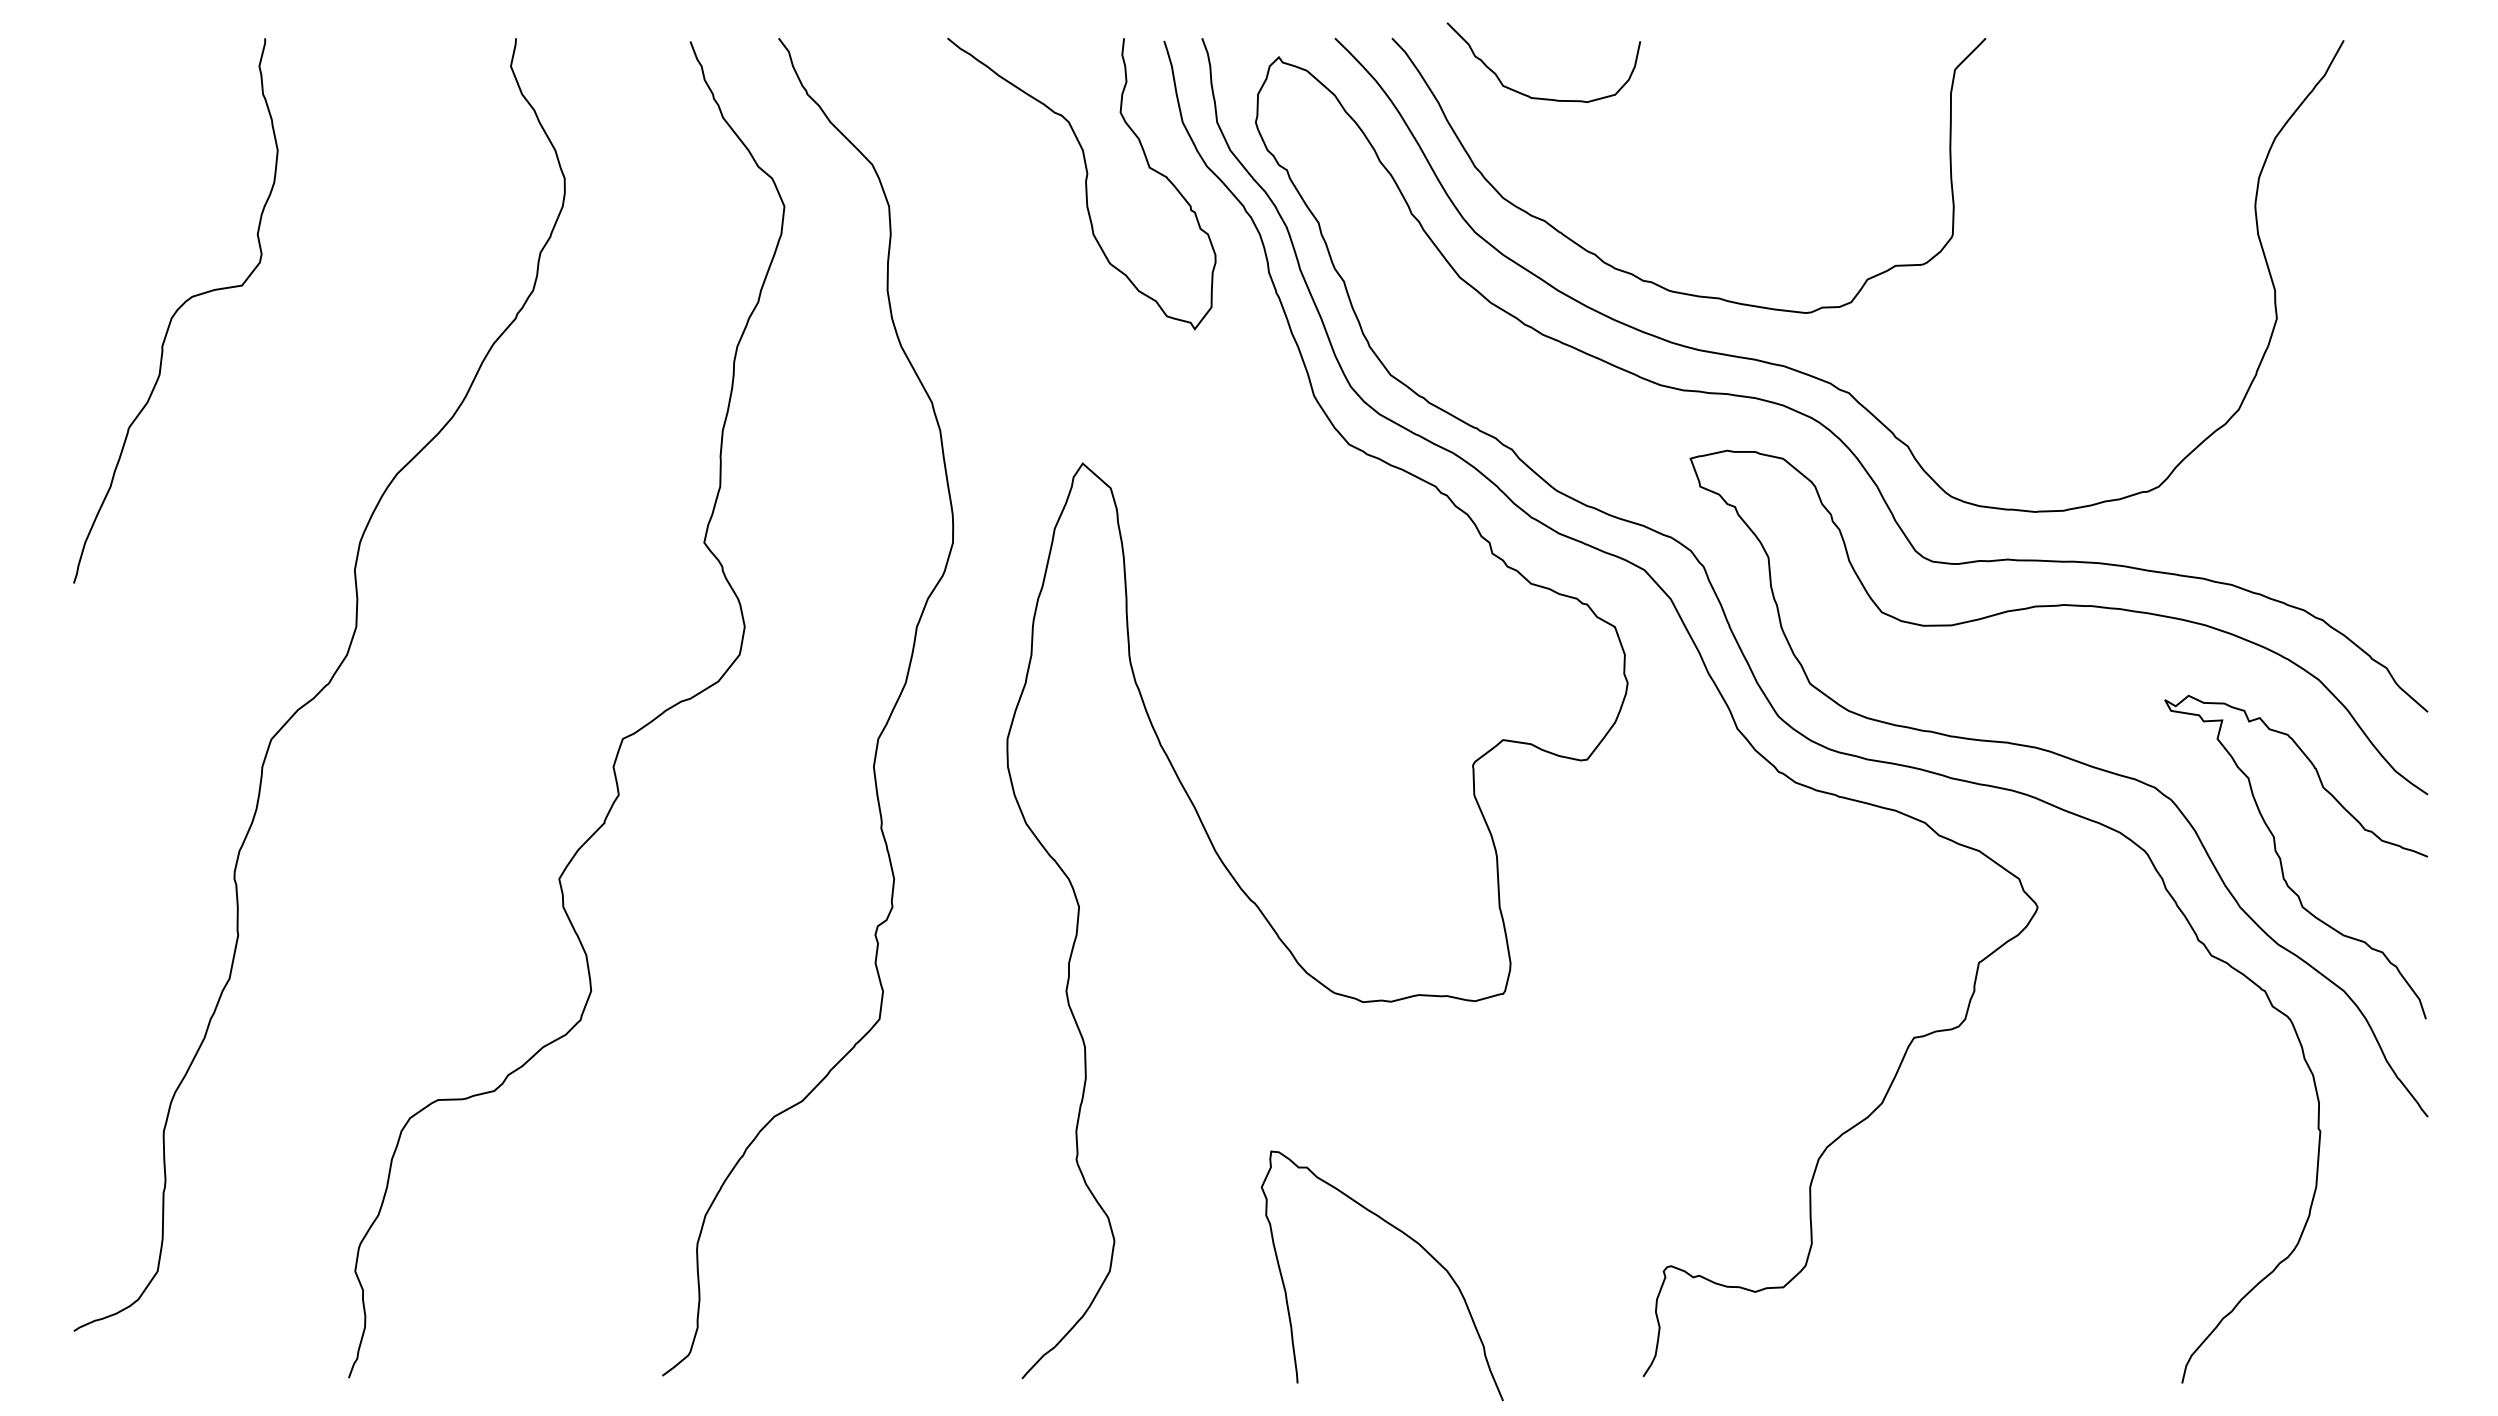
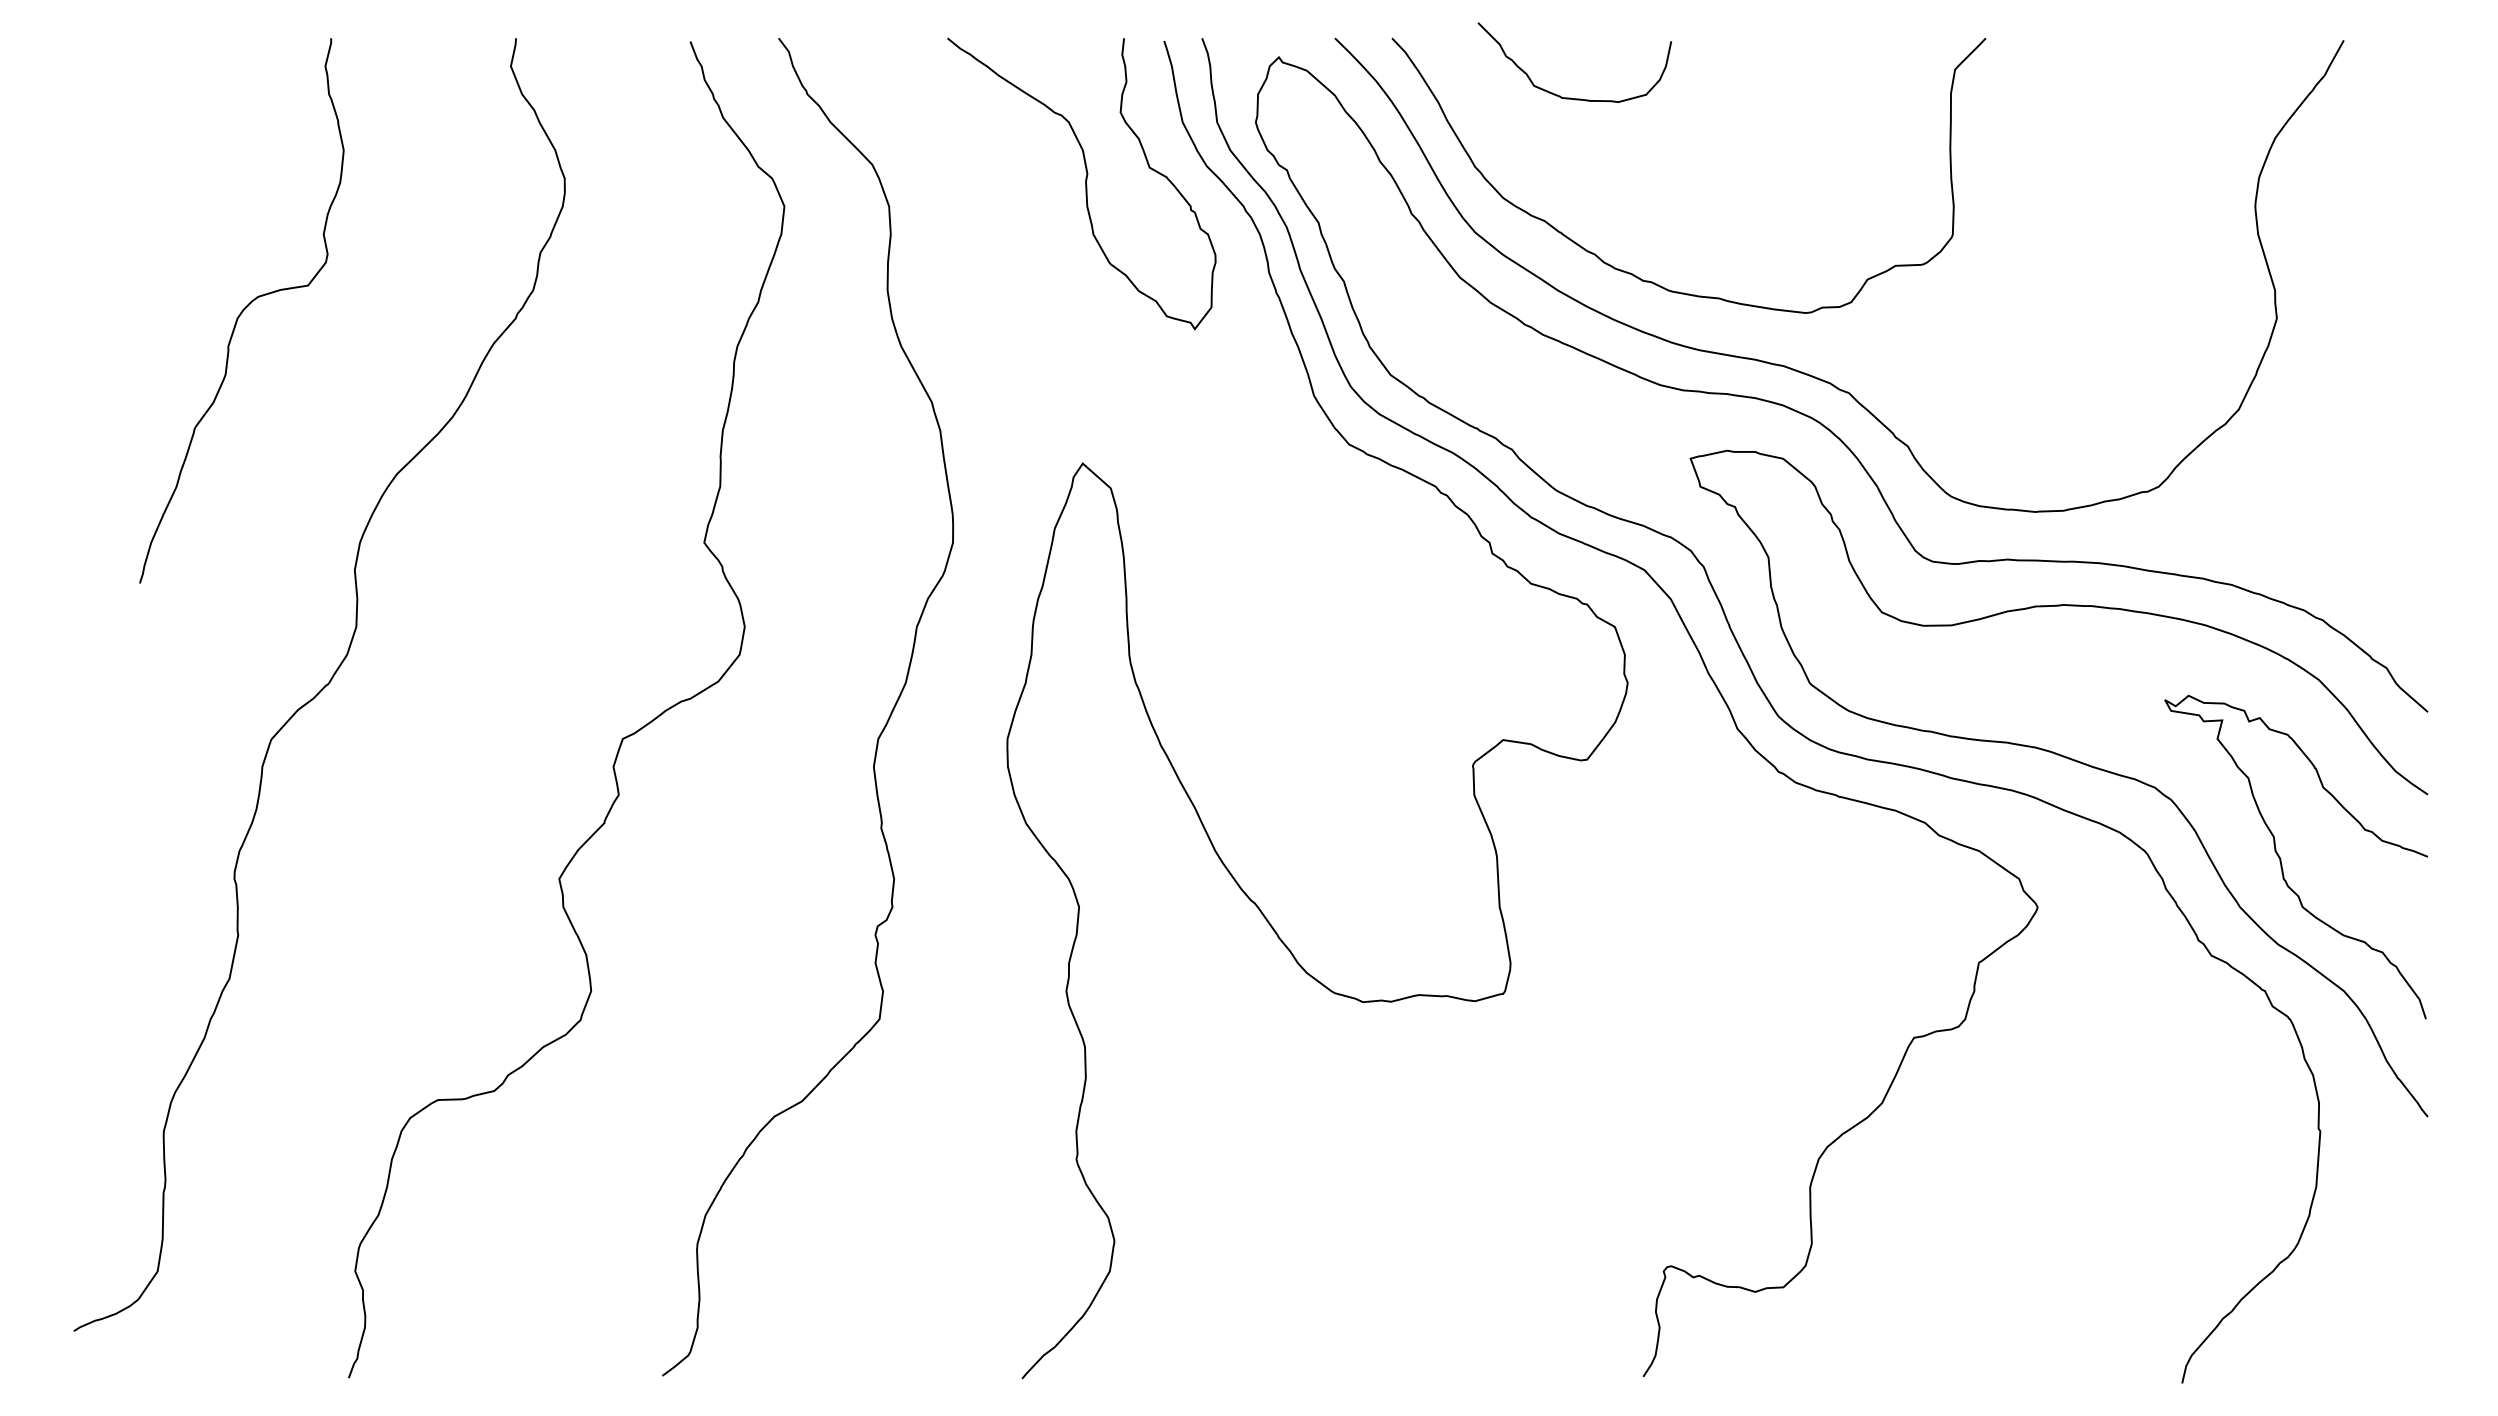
curve at (1539, 97) position: (1539, 97) -> (1570, 97)
curve at (175, 310) position: (175, 310) -> (241, 310)
curve at (1406, 1236): present -> none
